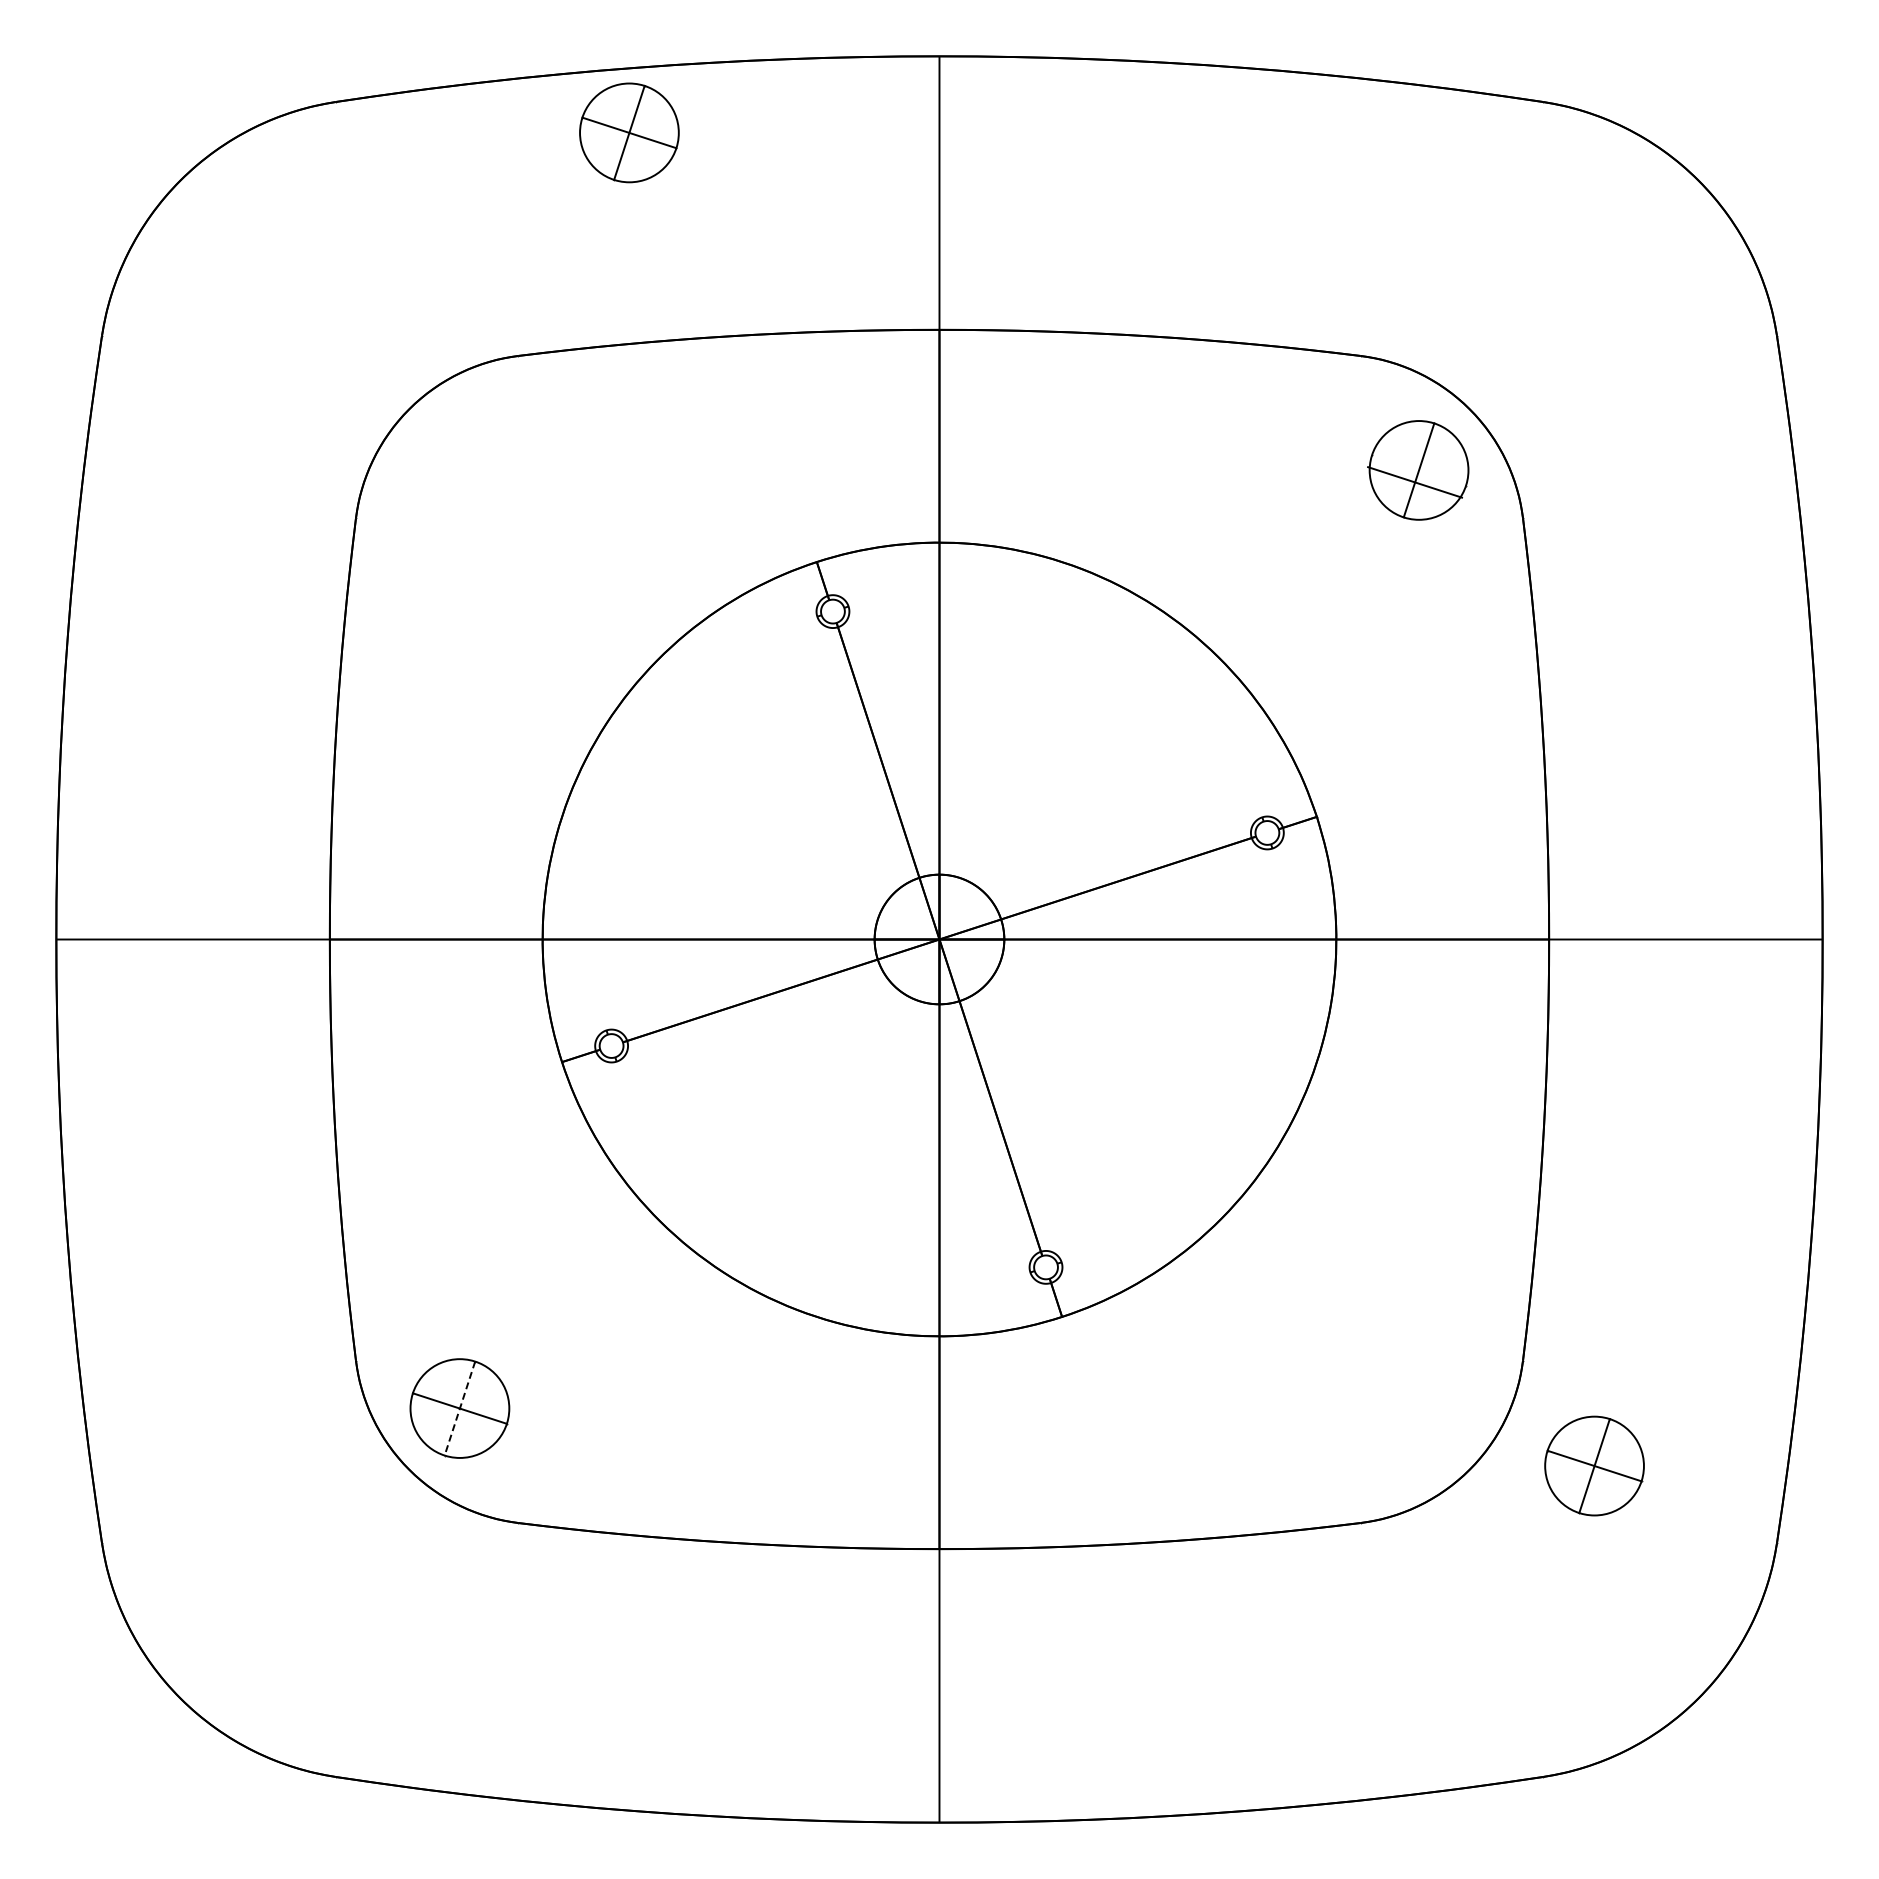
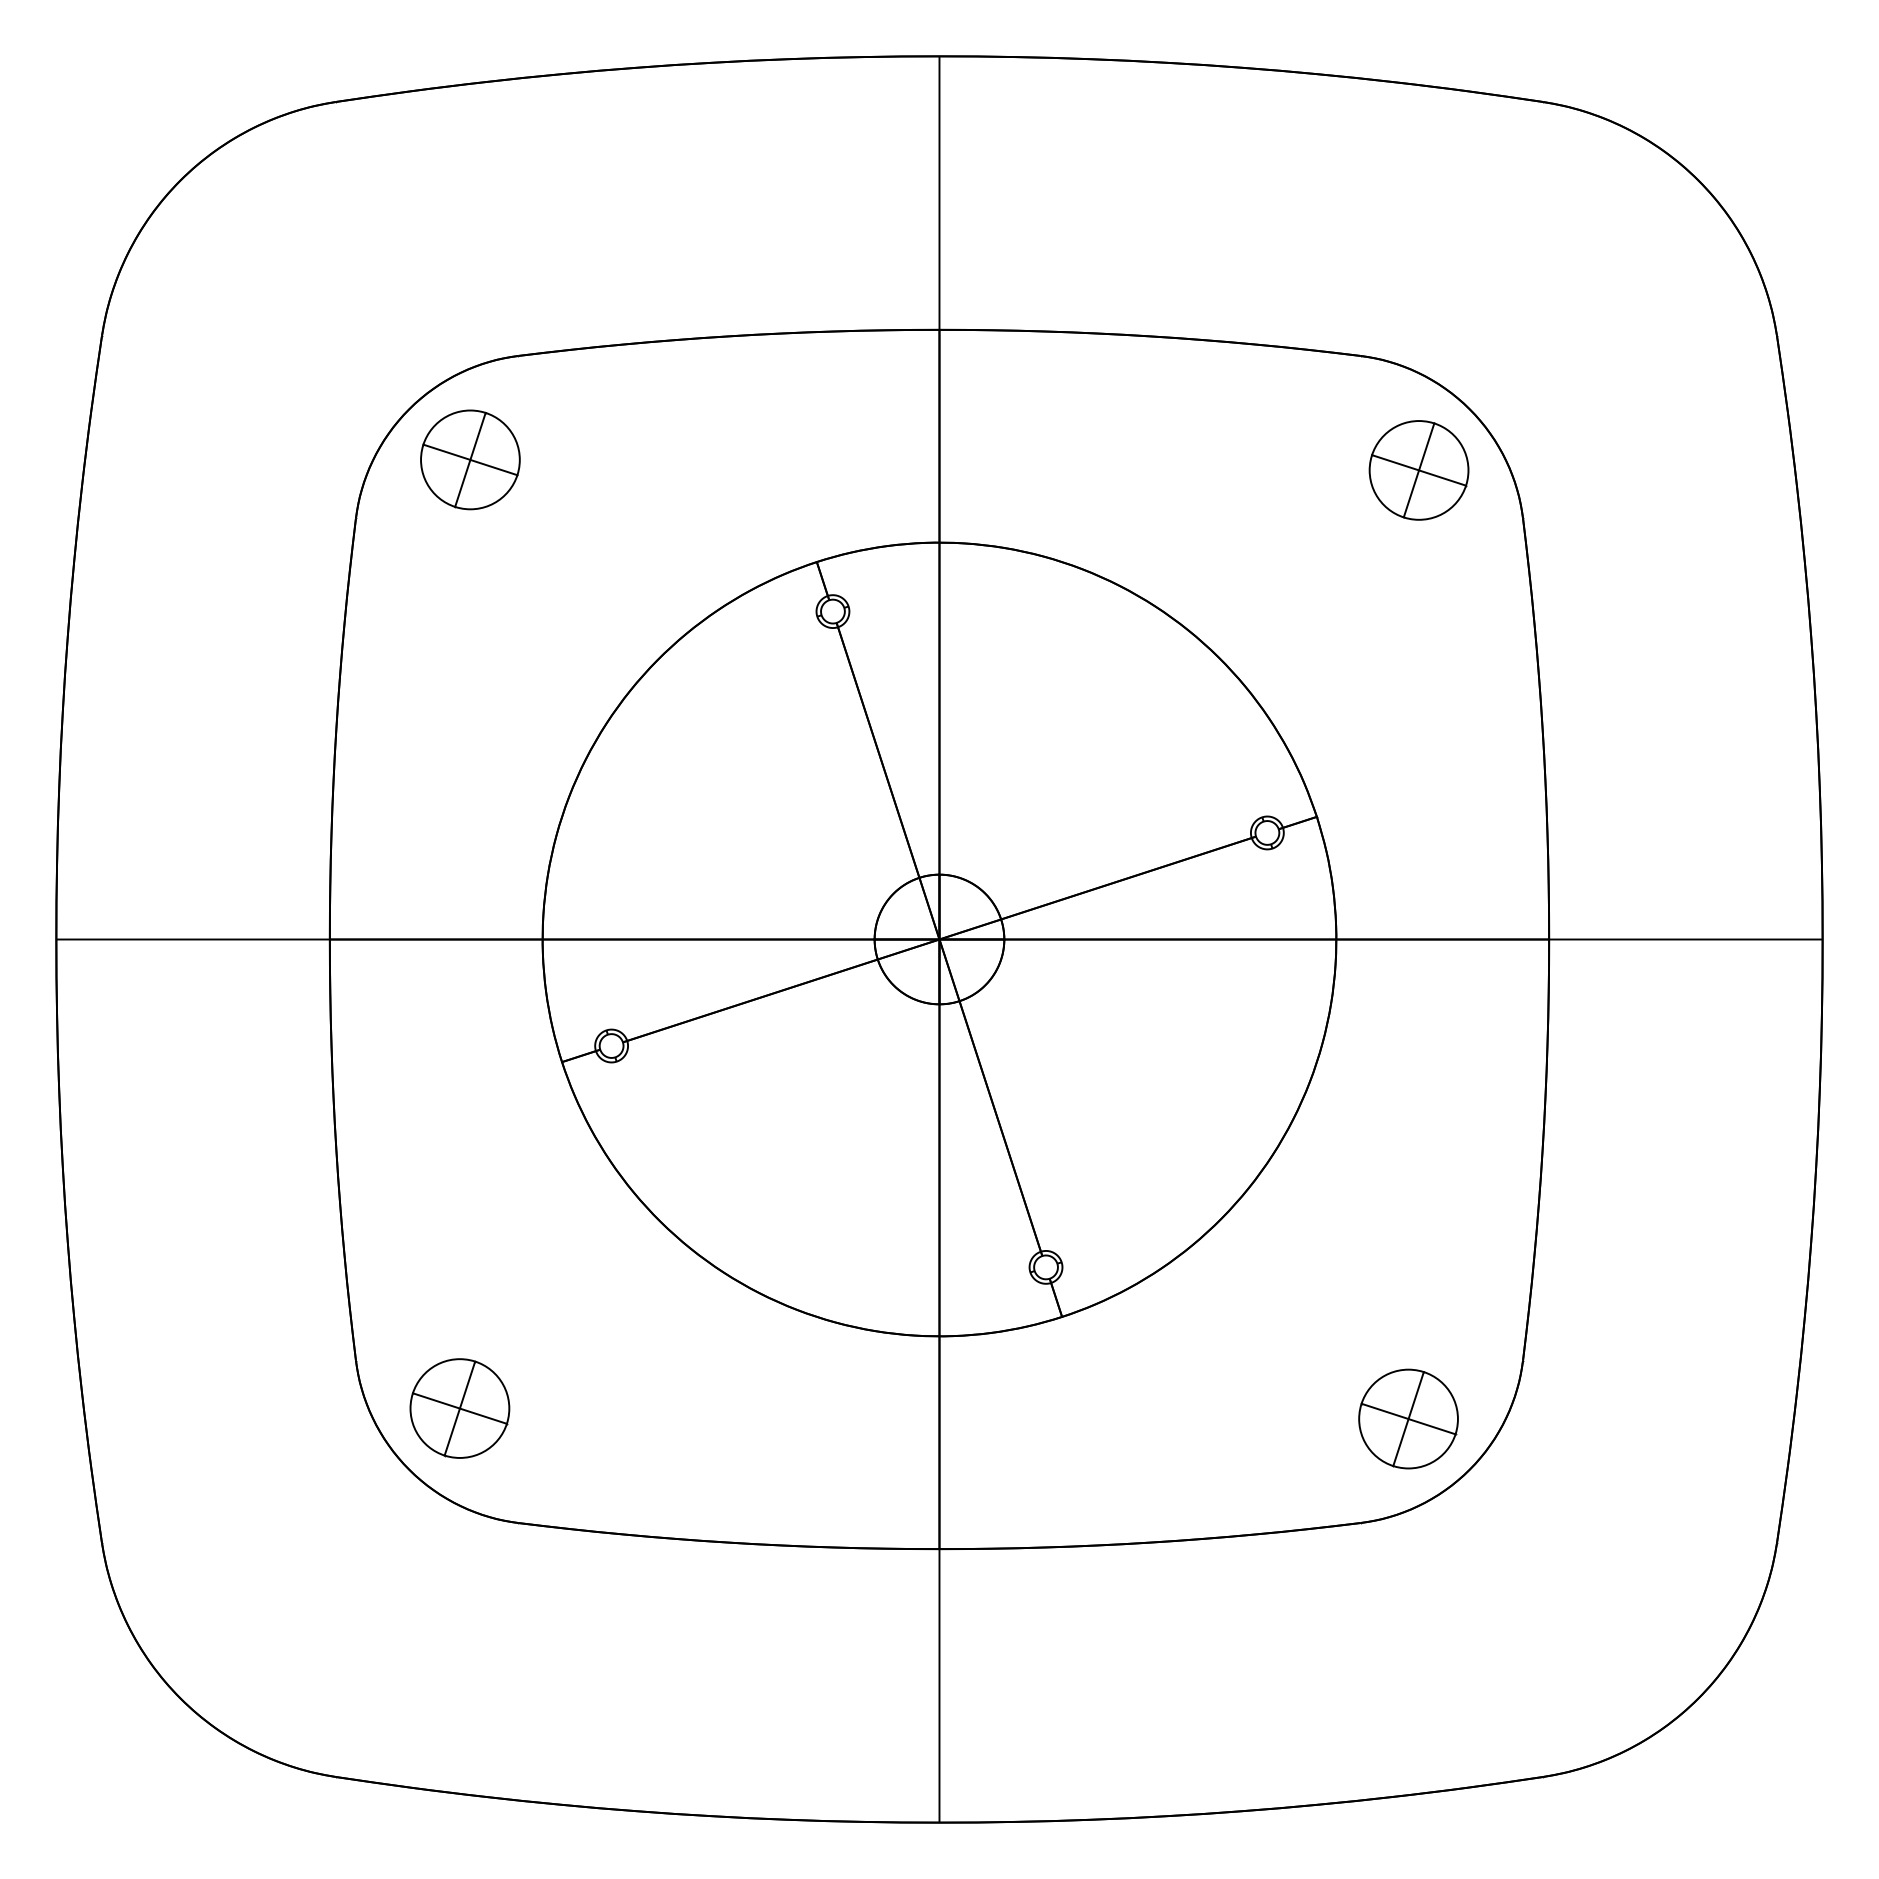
part at (629, 132) position: (629, 132) -> (470, 459)
line at (1415, 482) position: (1415, 482) -> (1419, 470)
line at (459, 1409): dashed -> solid
part at (1594, 1465) position: (1594, 1465) -> (1408, 1418)
